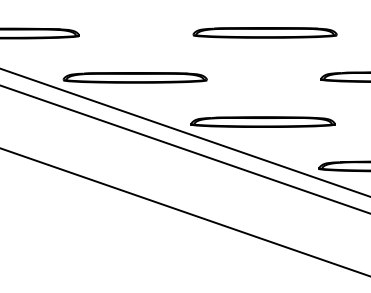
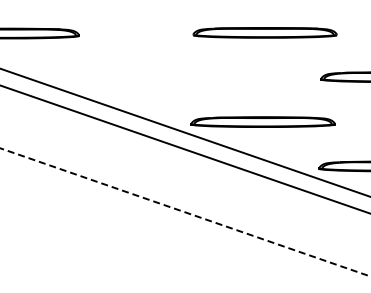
part at (134, 77): present -> none
line at (185, 212): solid -> dashed
